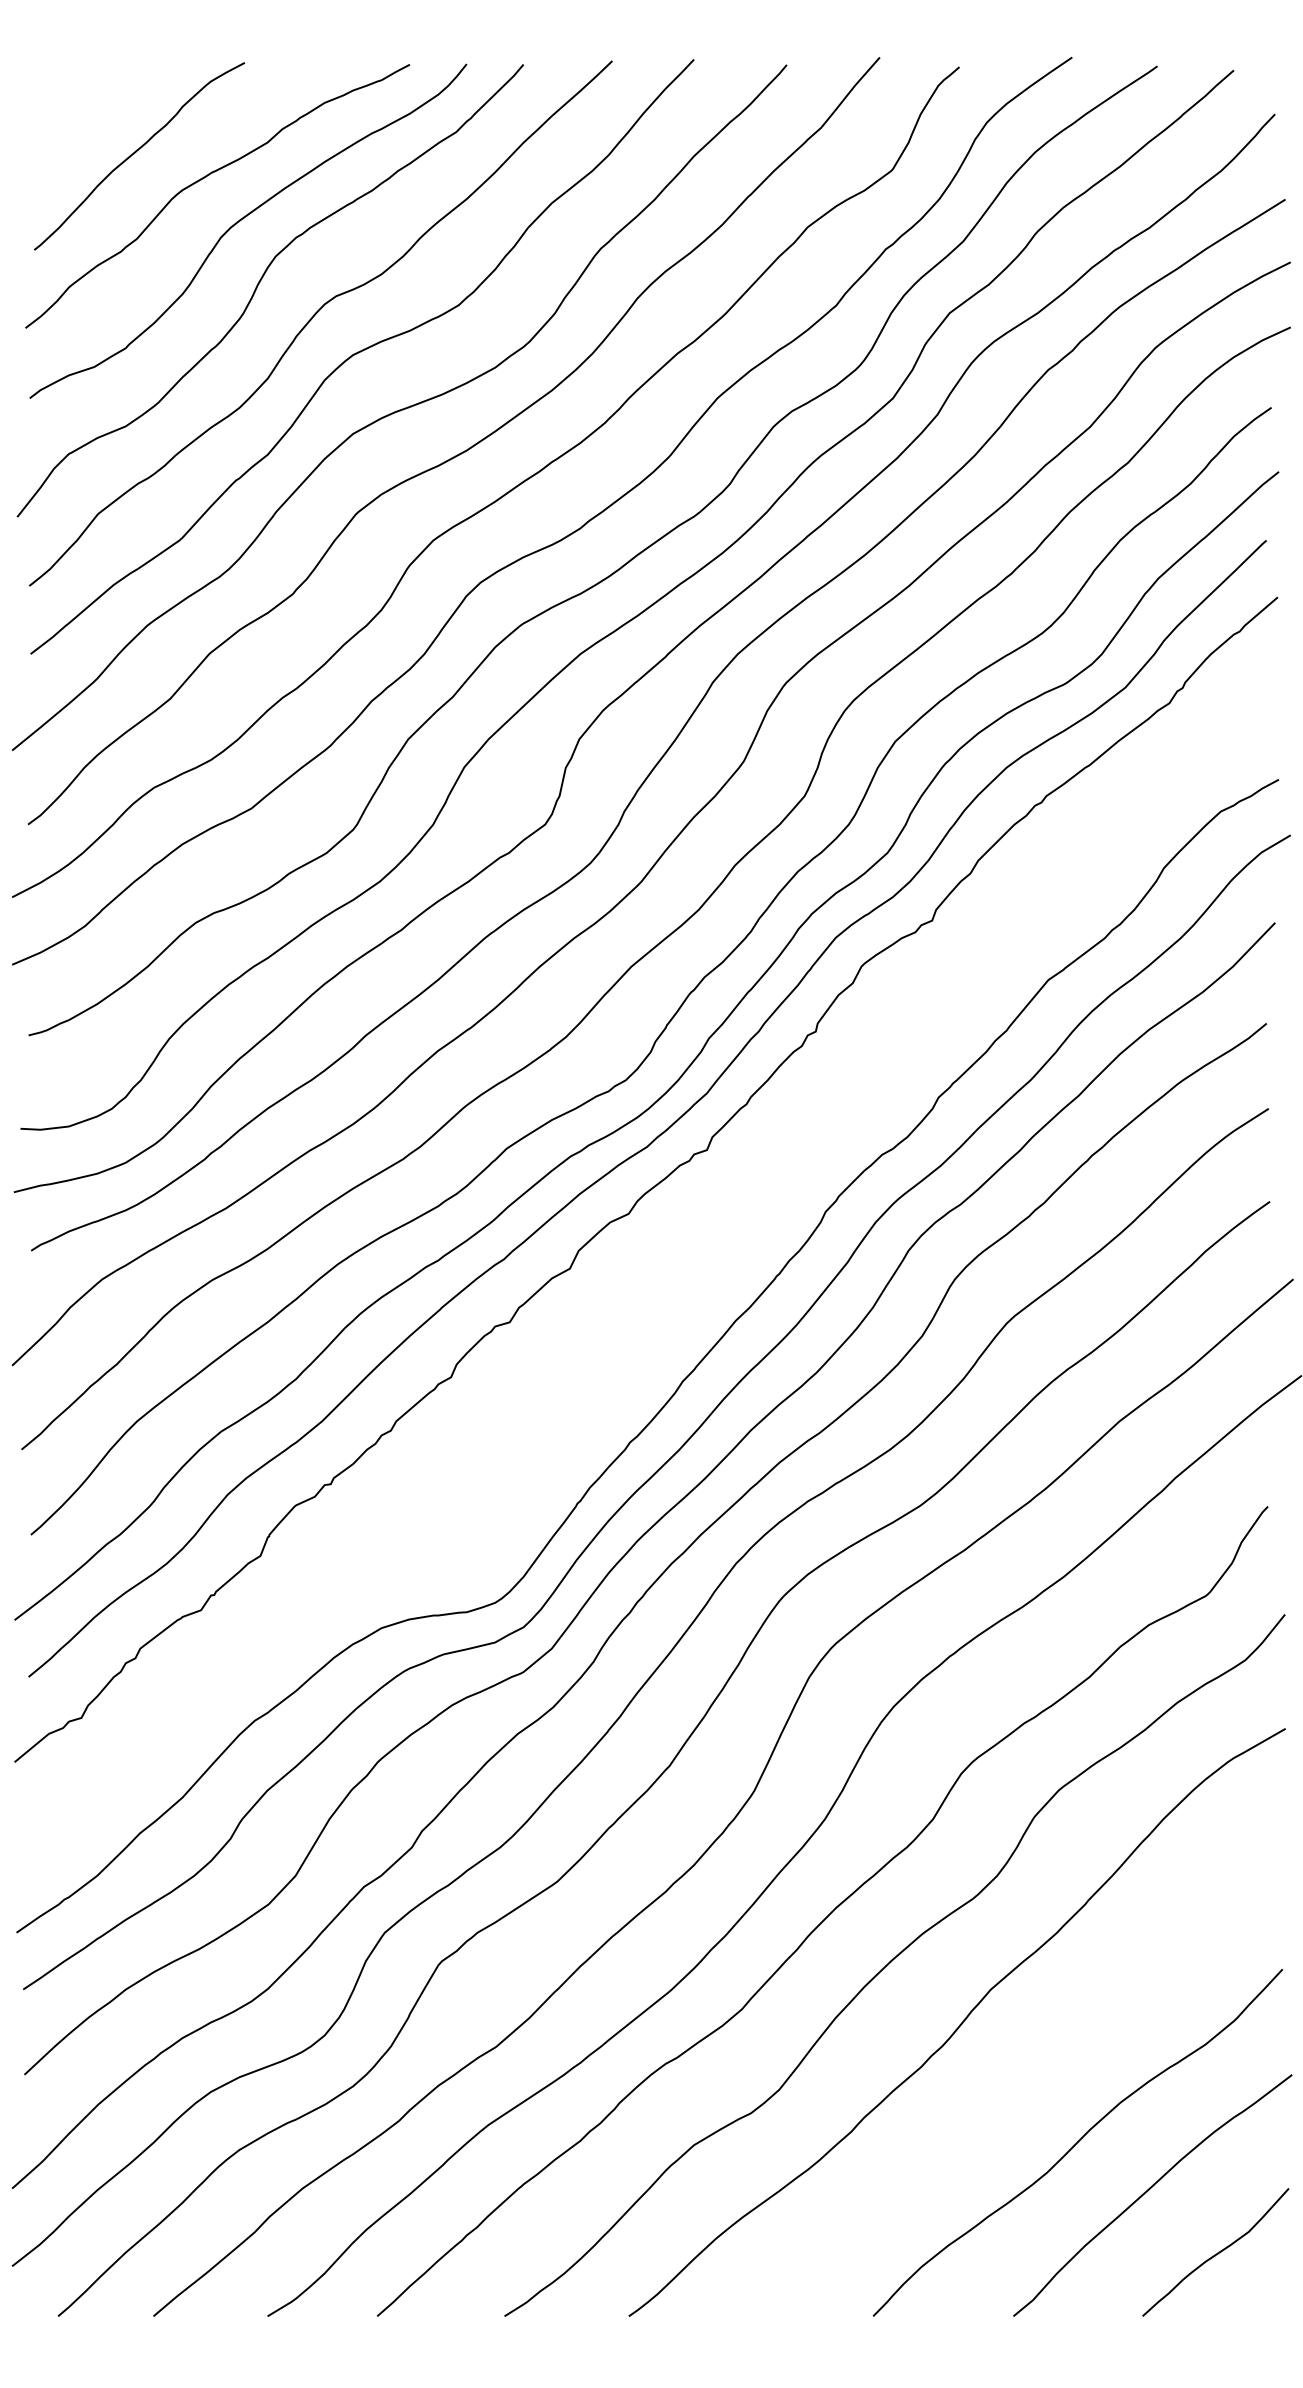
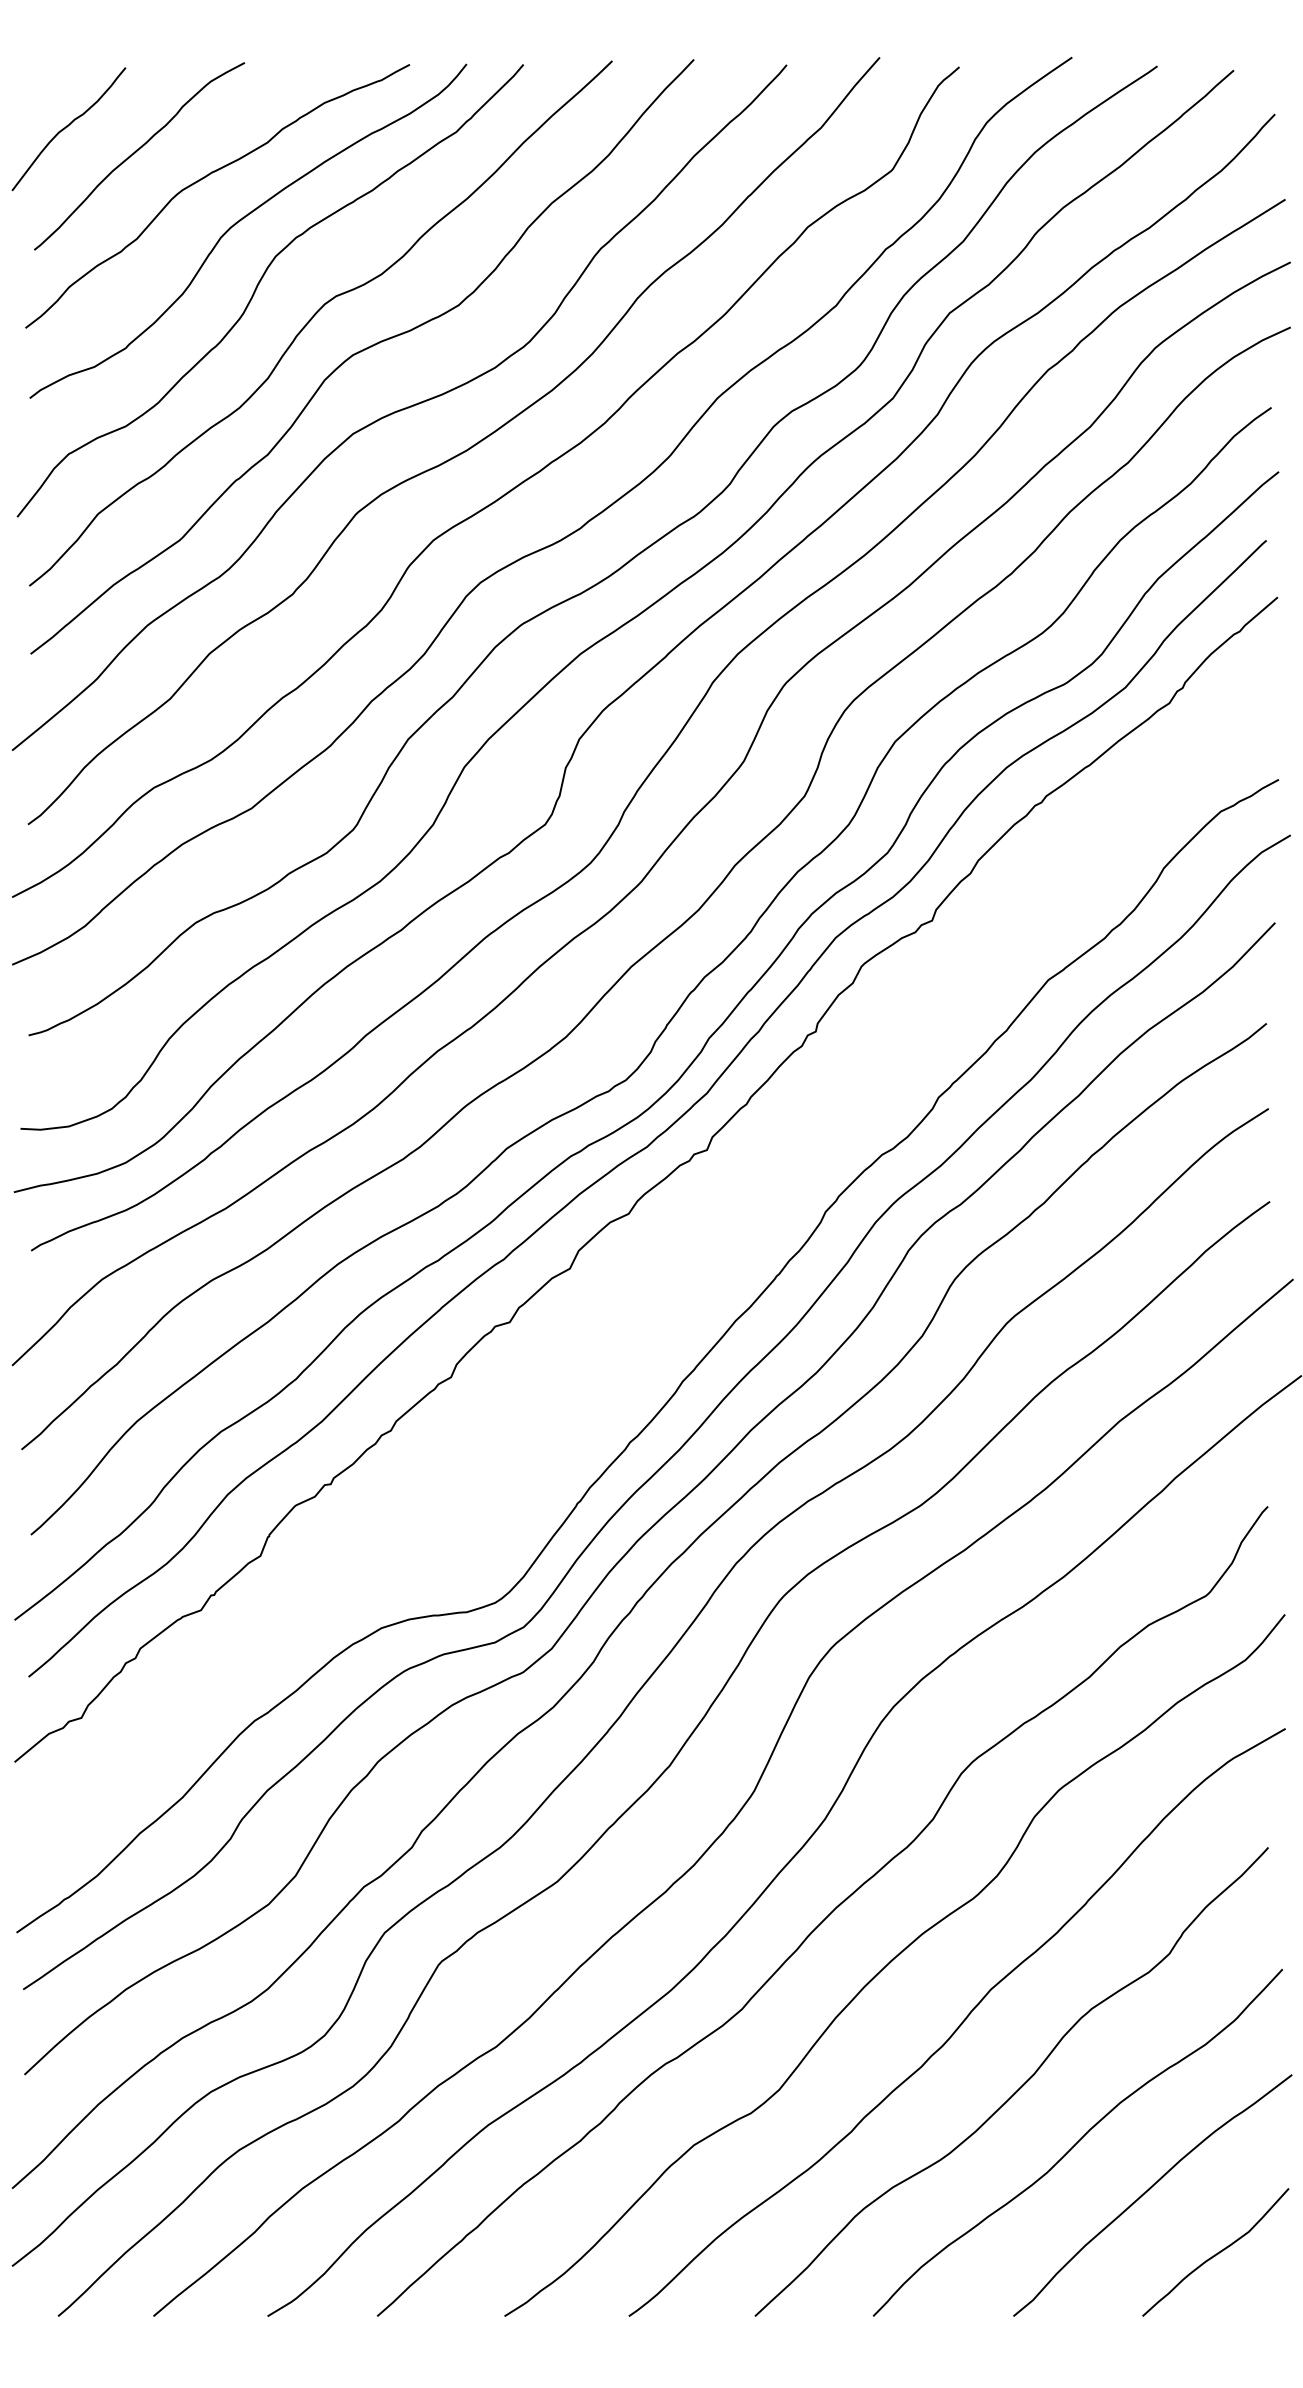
curve at (67, 127): none -> present
curve at (1018, 2088): none -> present
